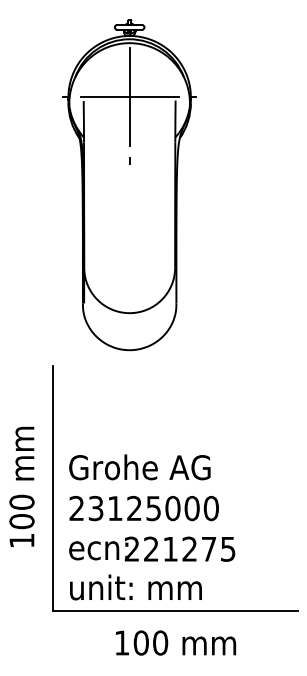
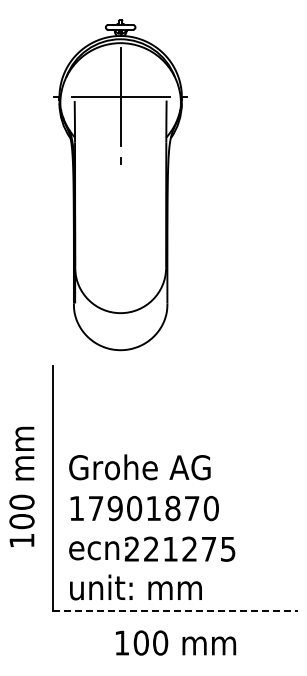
part at (129, 185) position: (129, 185) -> (120, 185)
text at (134, 508): 23125000 -> 17901870
line at (175, 610): solid -> dashed
